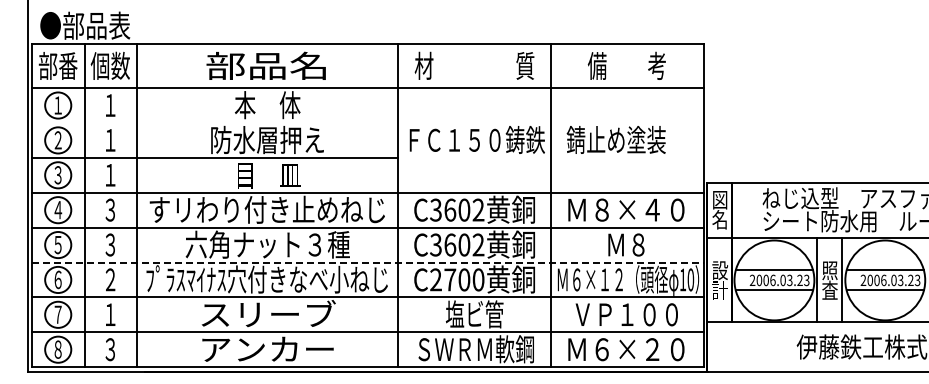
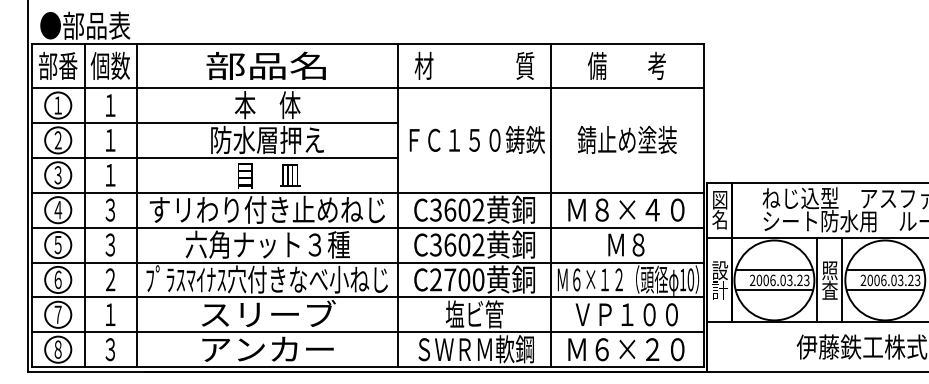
line at (215, 122): none -> present
text at (615, 139) position: (615, 139) -> (626, 139)
line at (367, 262): dashed -> solid
